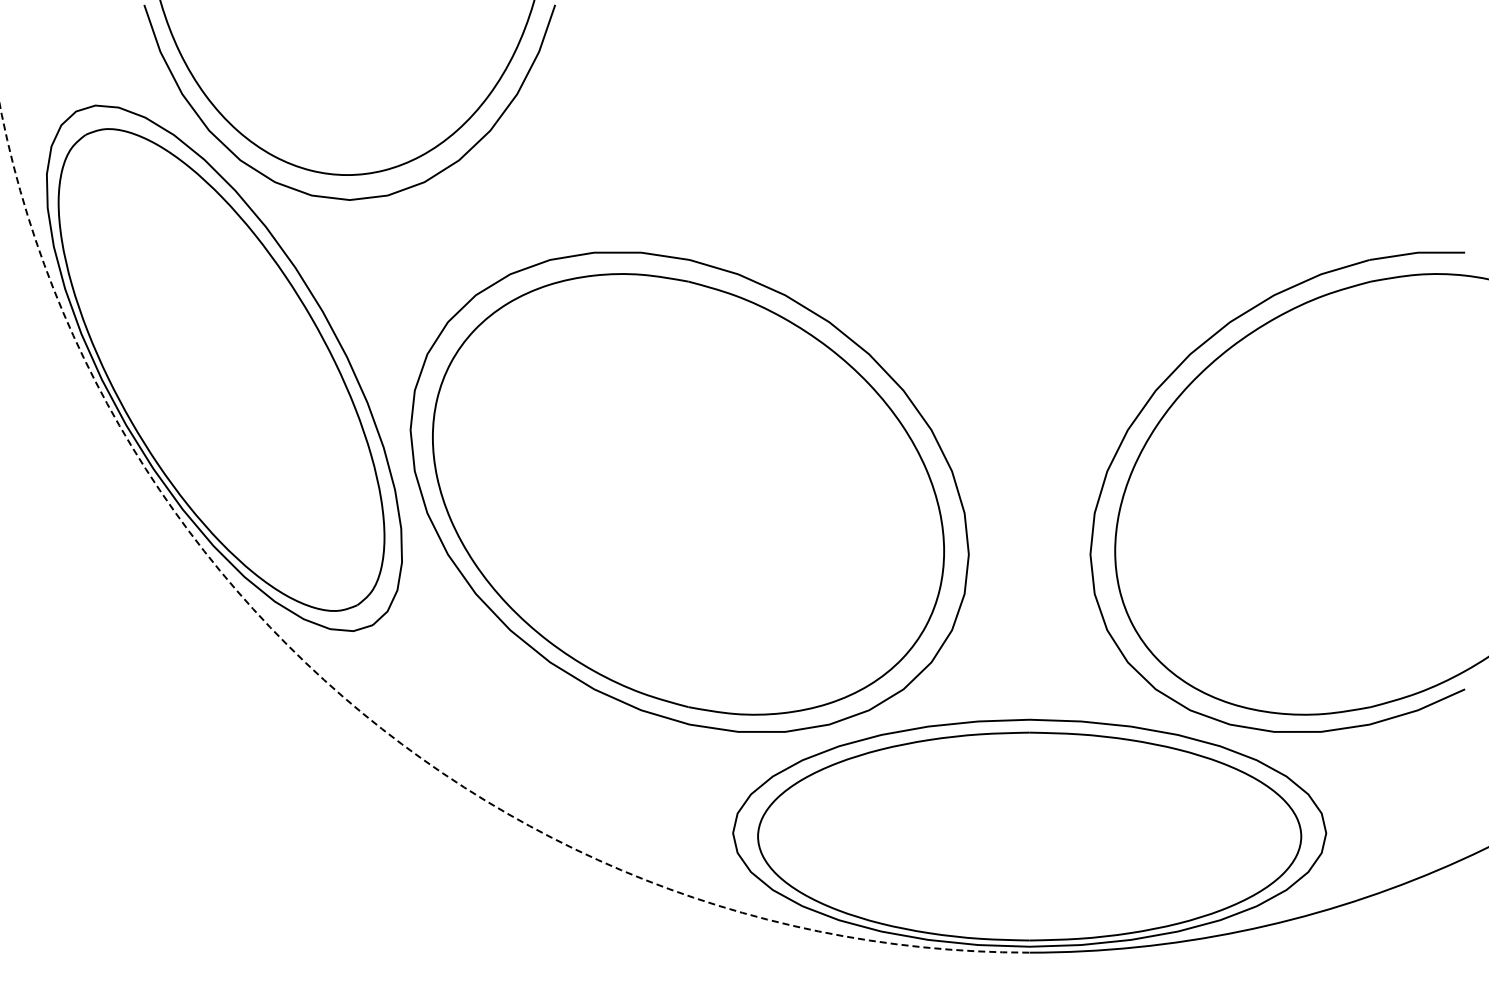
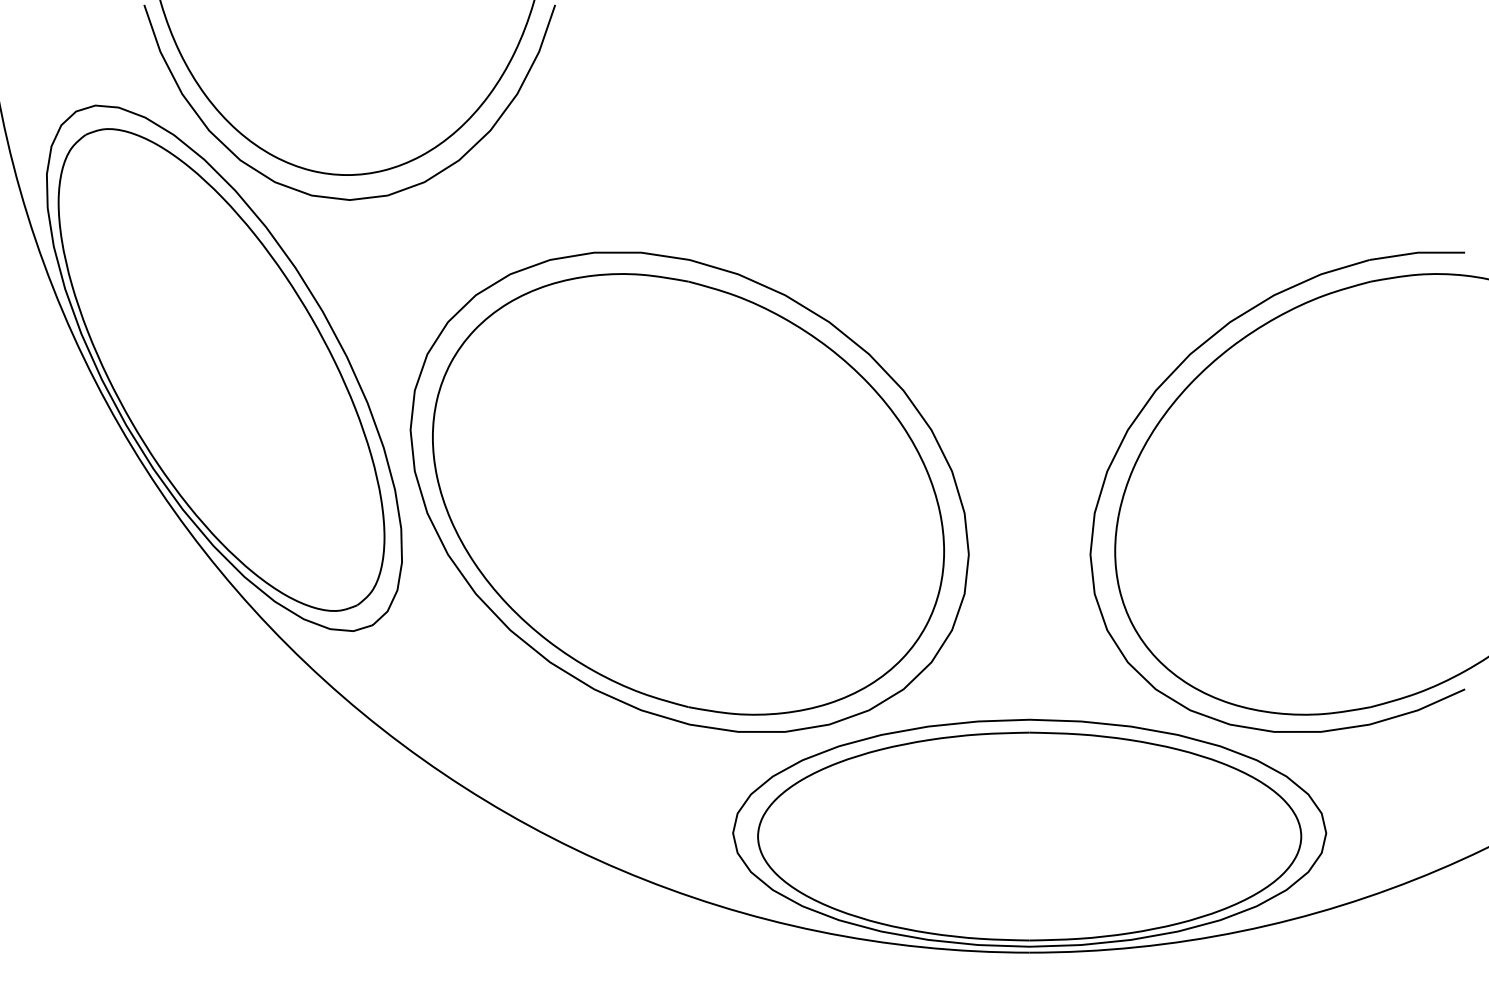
arc at (363, 713): dashed -> solid
